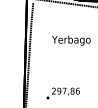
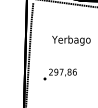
text at (62, 93) position: (62, 93) -> (59, 74)
